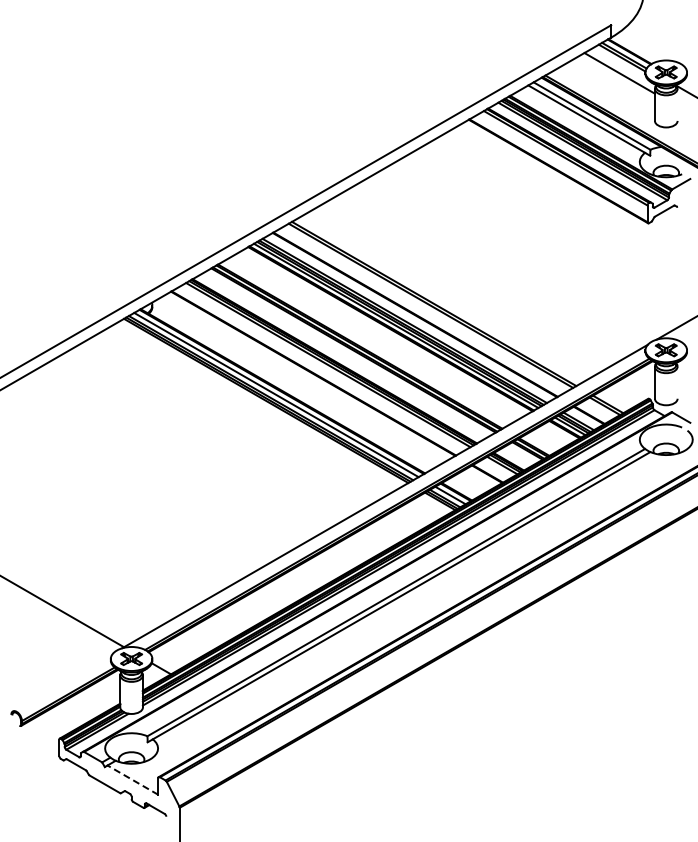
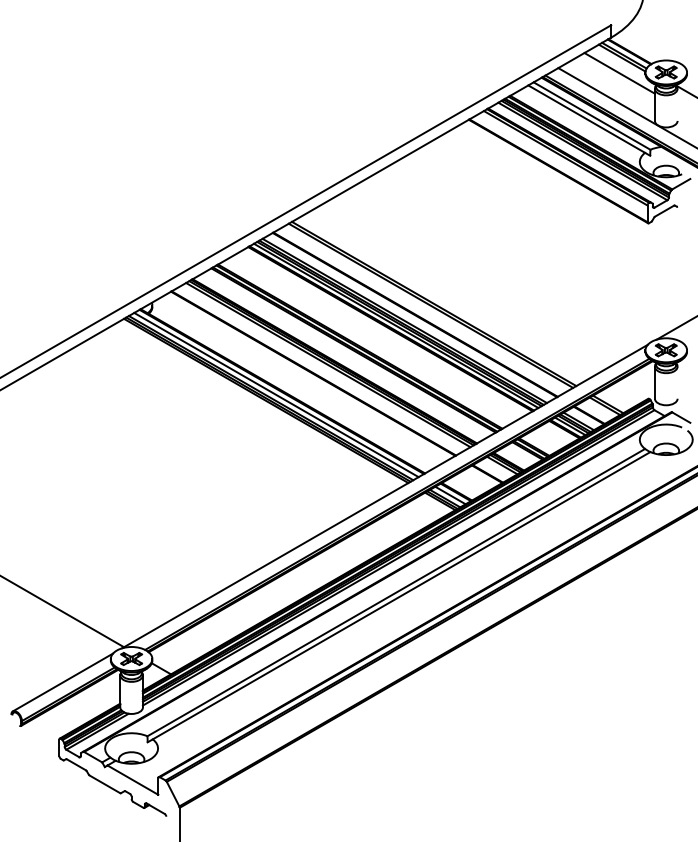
line at (626, 107): none -> present
line at (62, 682): none -> present
line at (132, 779): dashed -> solid
